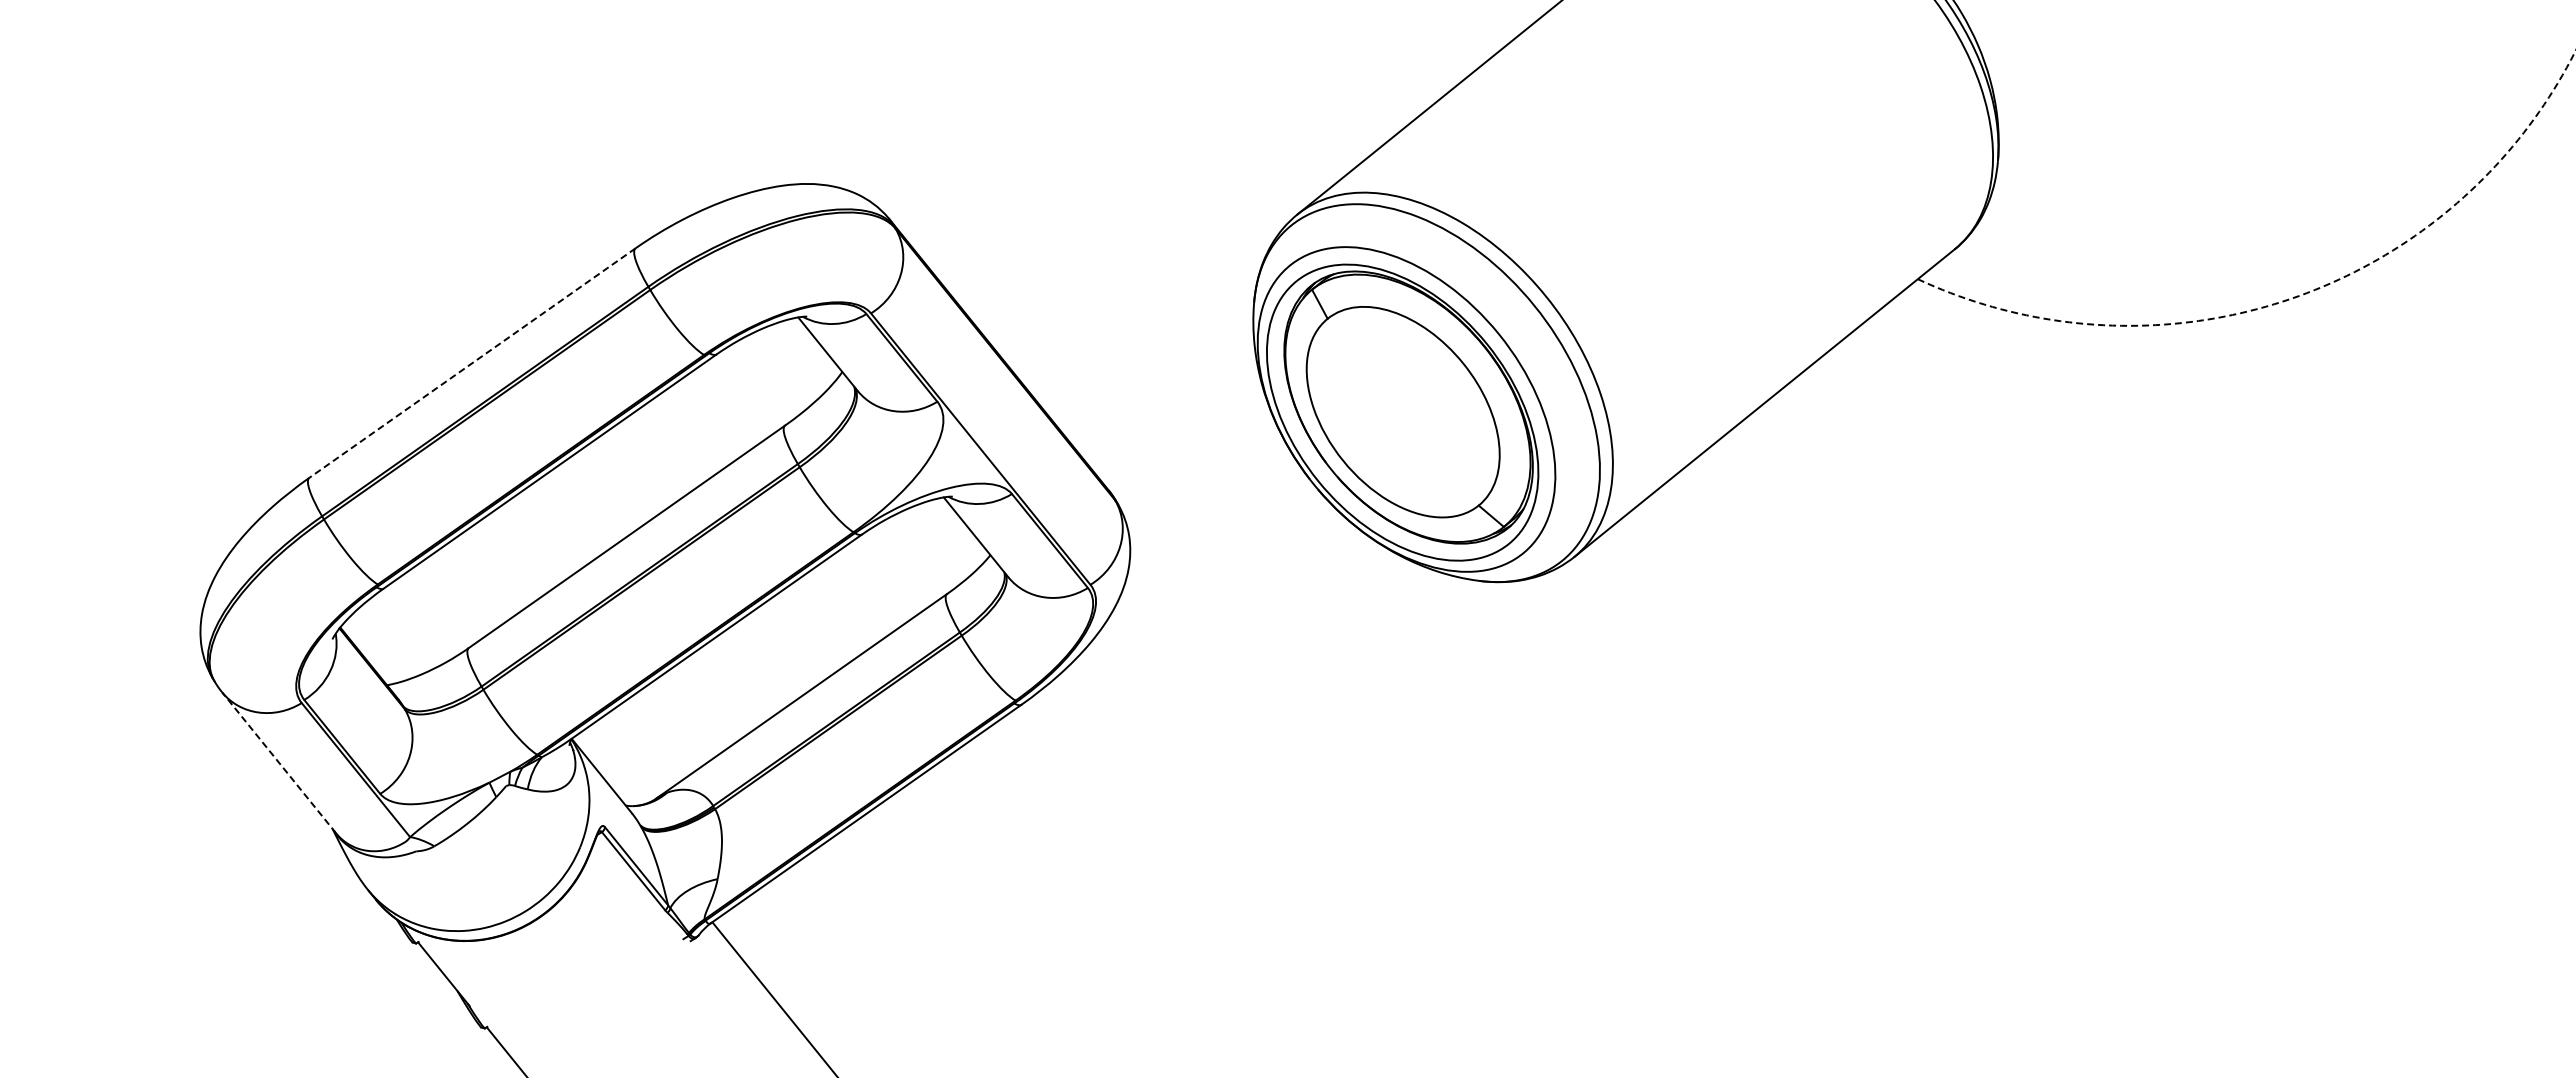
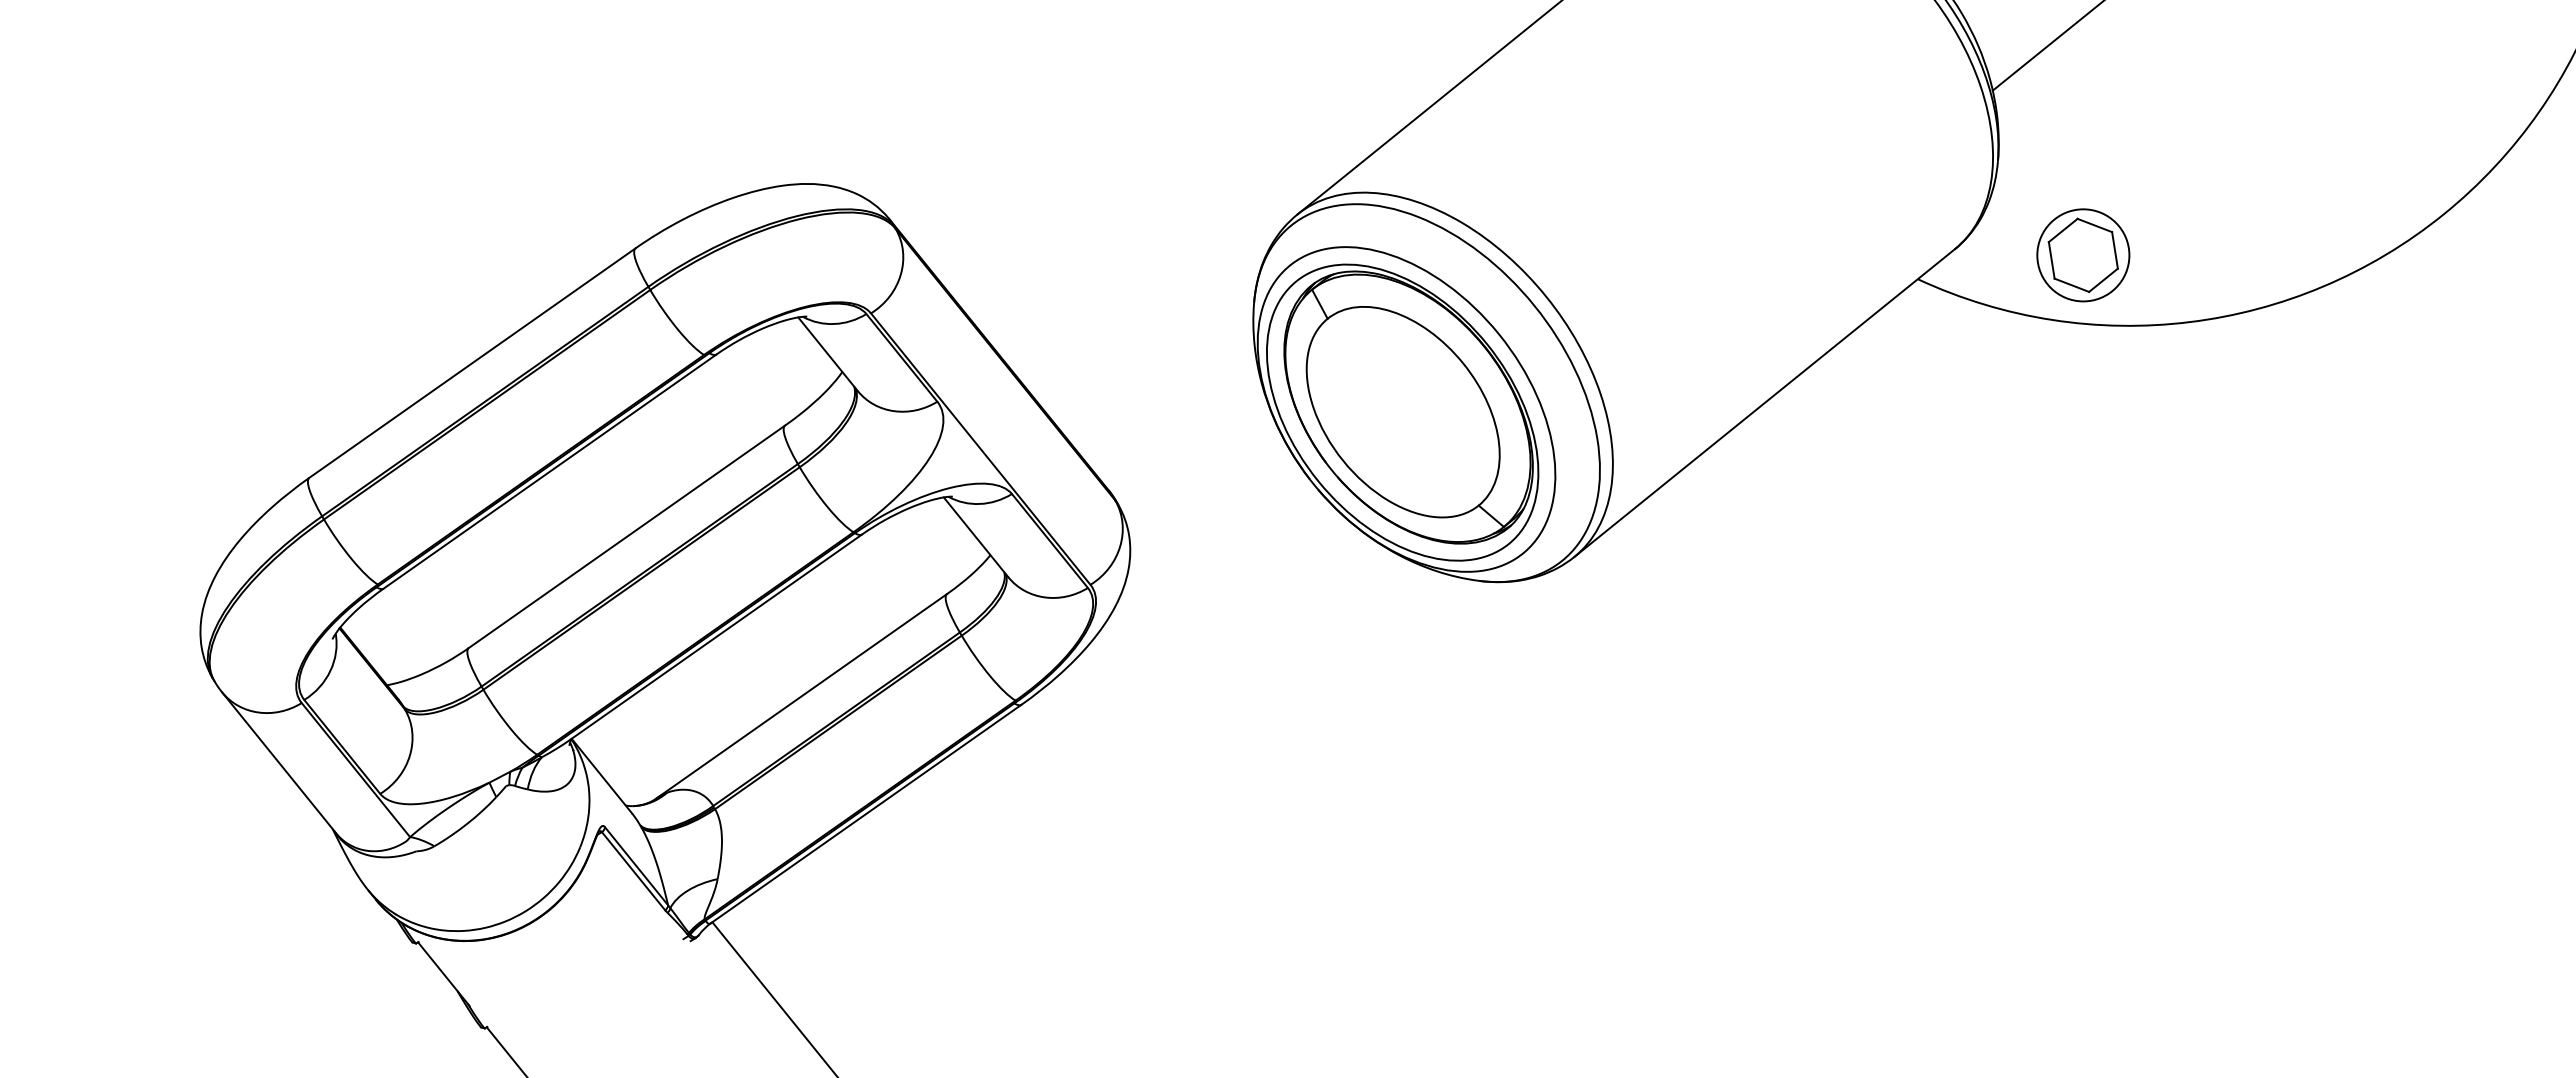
line at (2046, 46): none -> present
part at (2083, 255): none -> present
arc at (2293, 297): dashed -> solid
line at (472, 363): dashed -> solid
line at (279, 762): dashed -> solid
